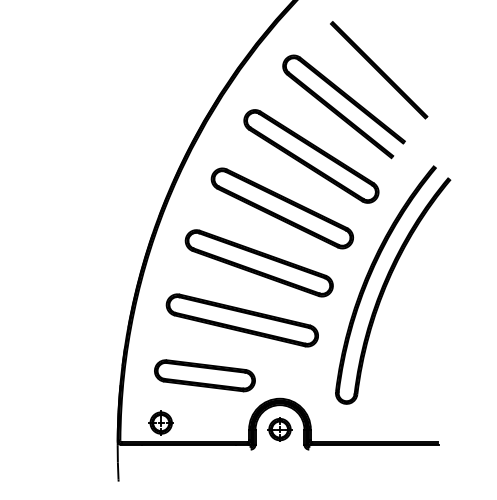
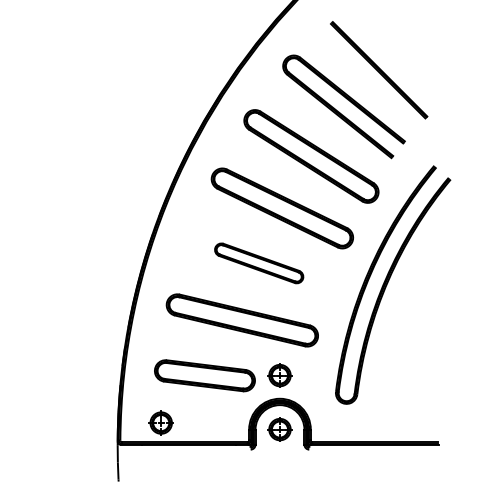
part at (258, 263) size: 150x69 px -> 91x43 px
part at (279, 375): none -> present
